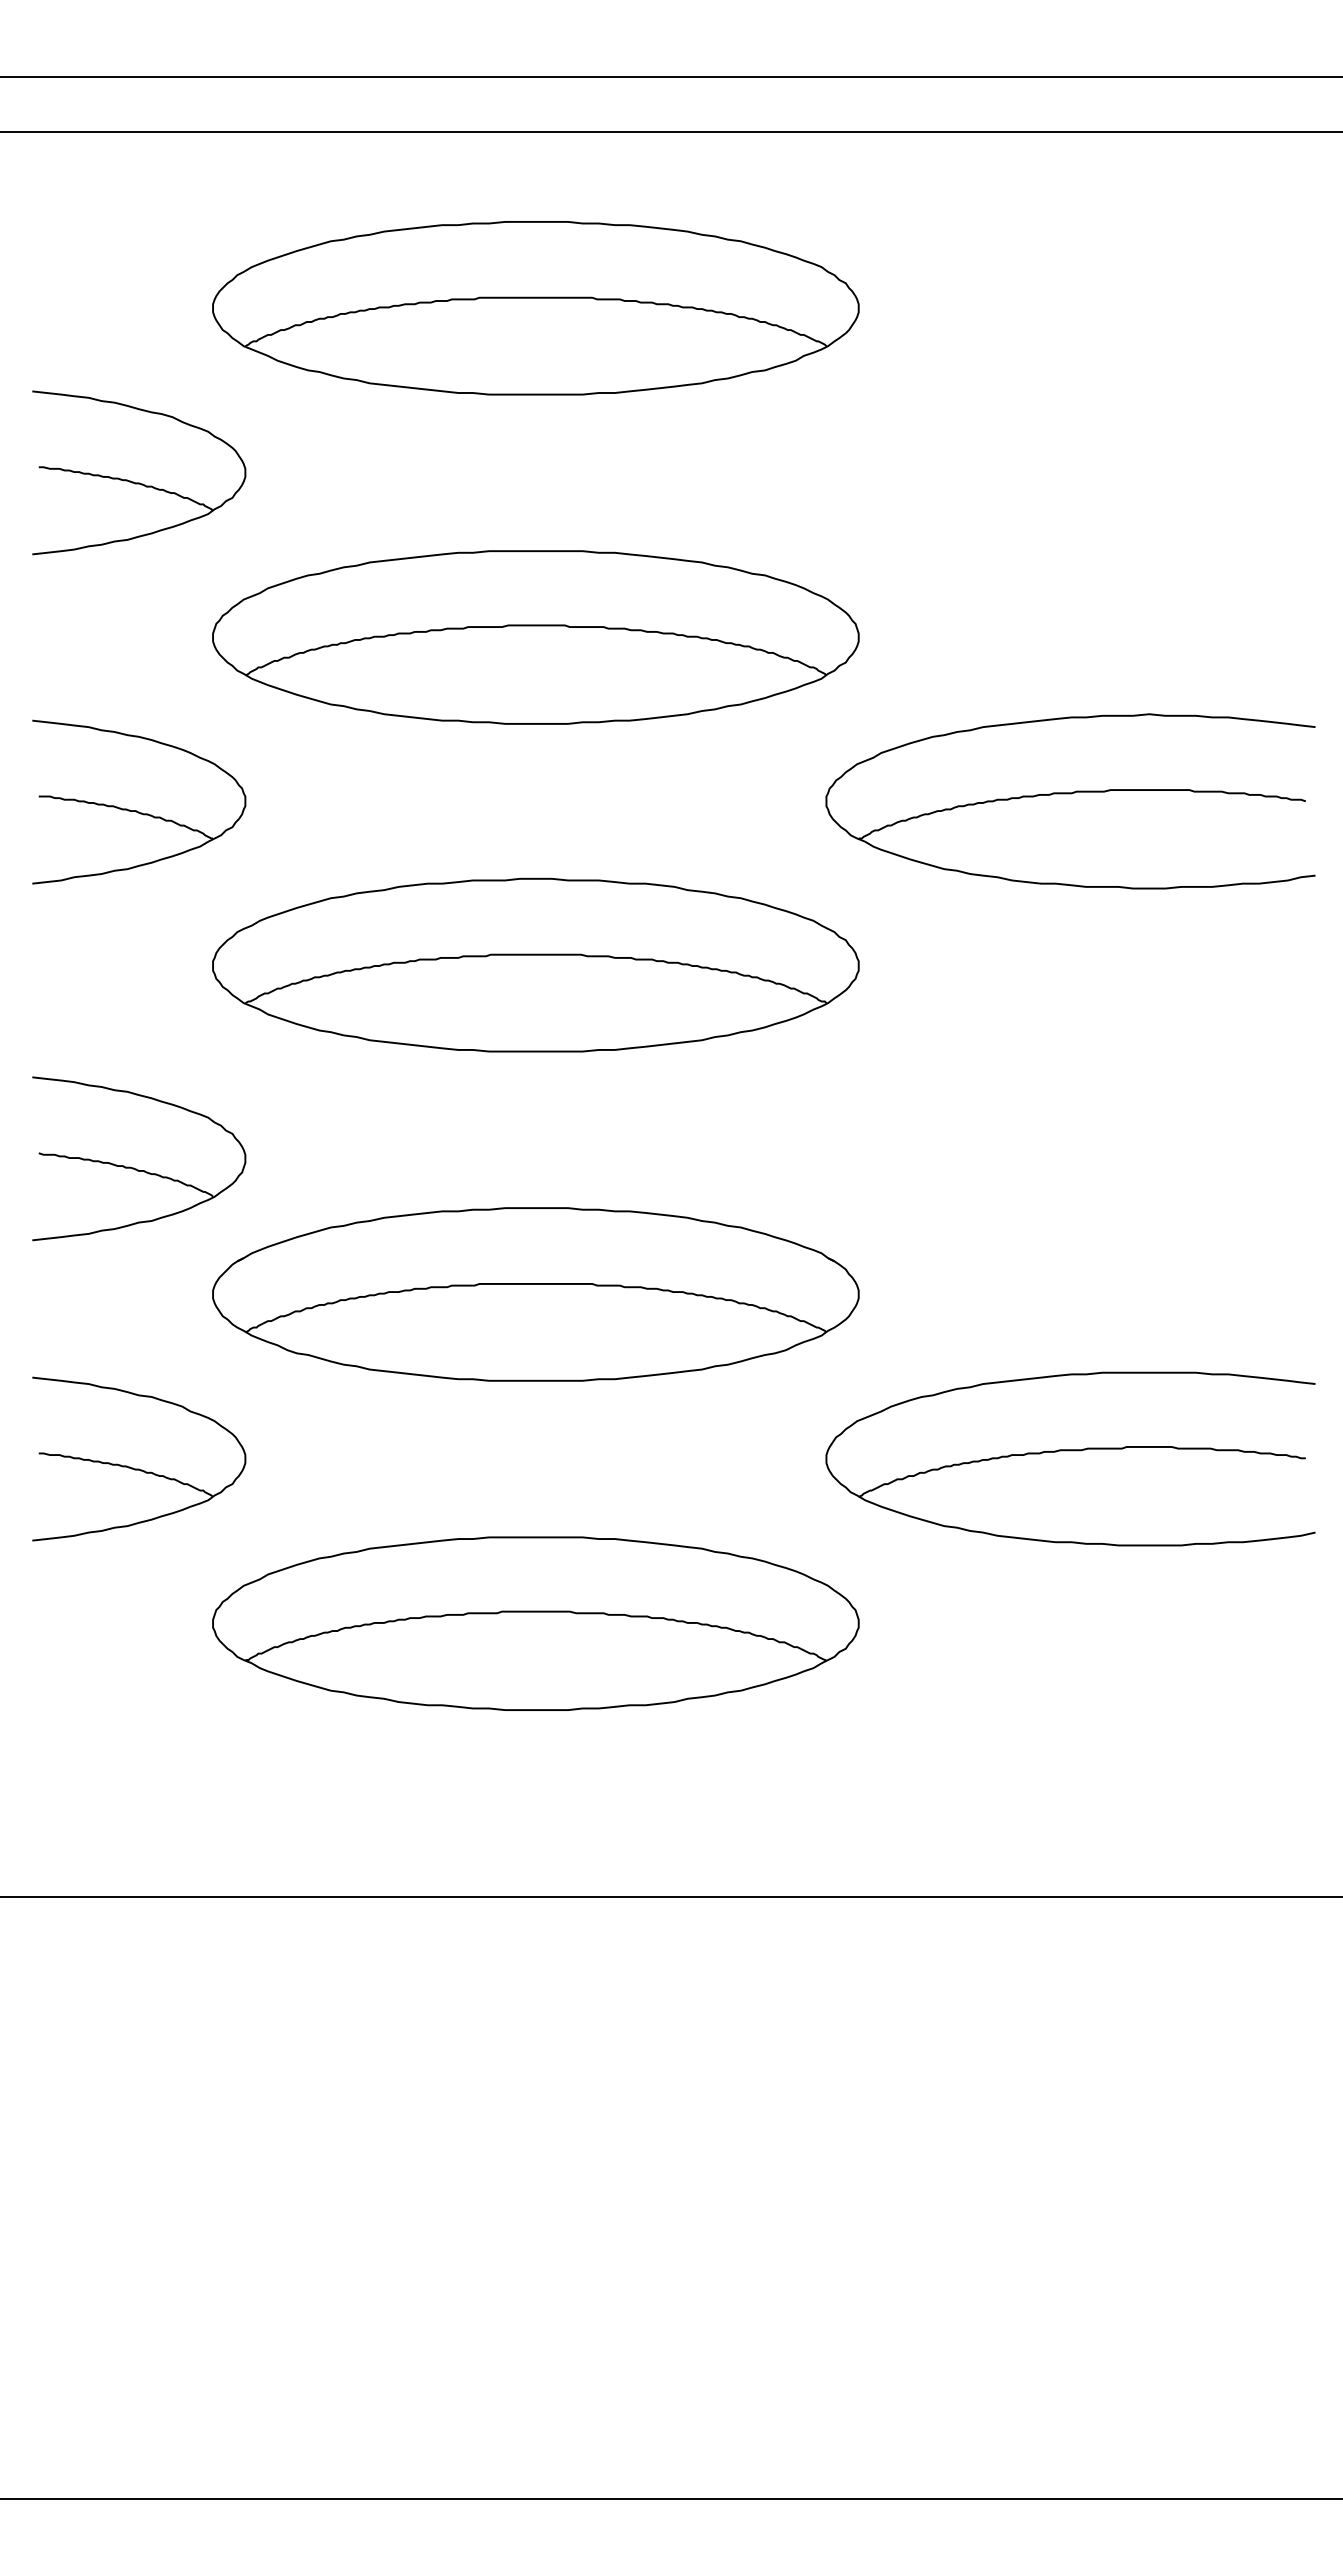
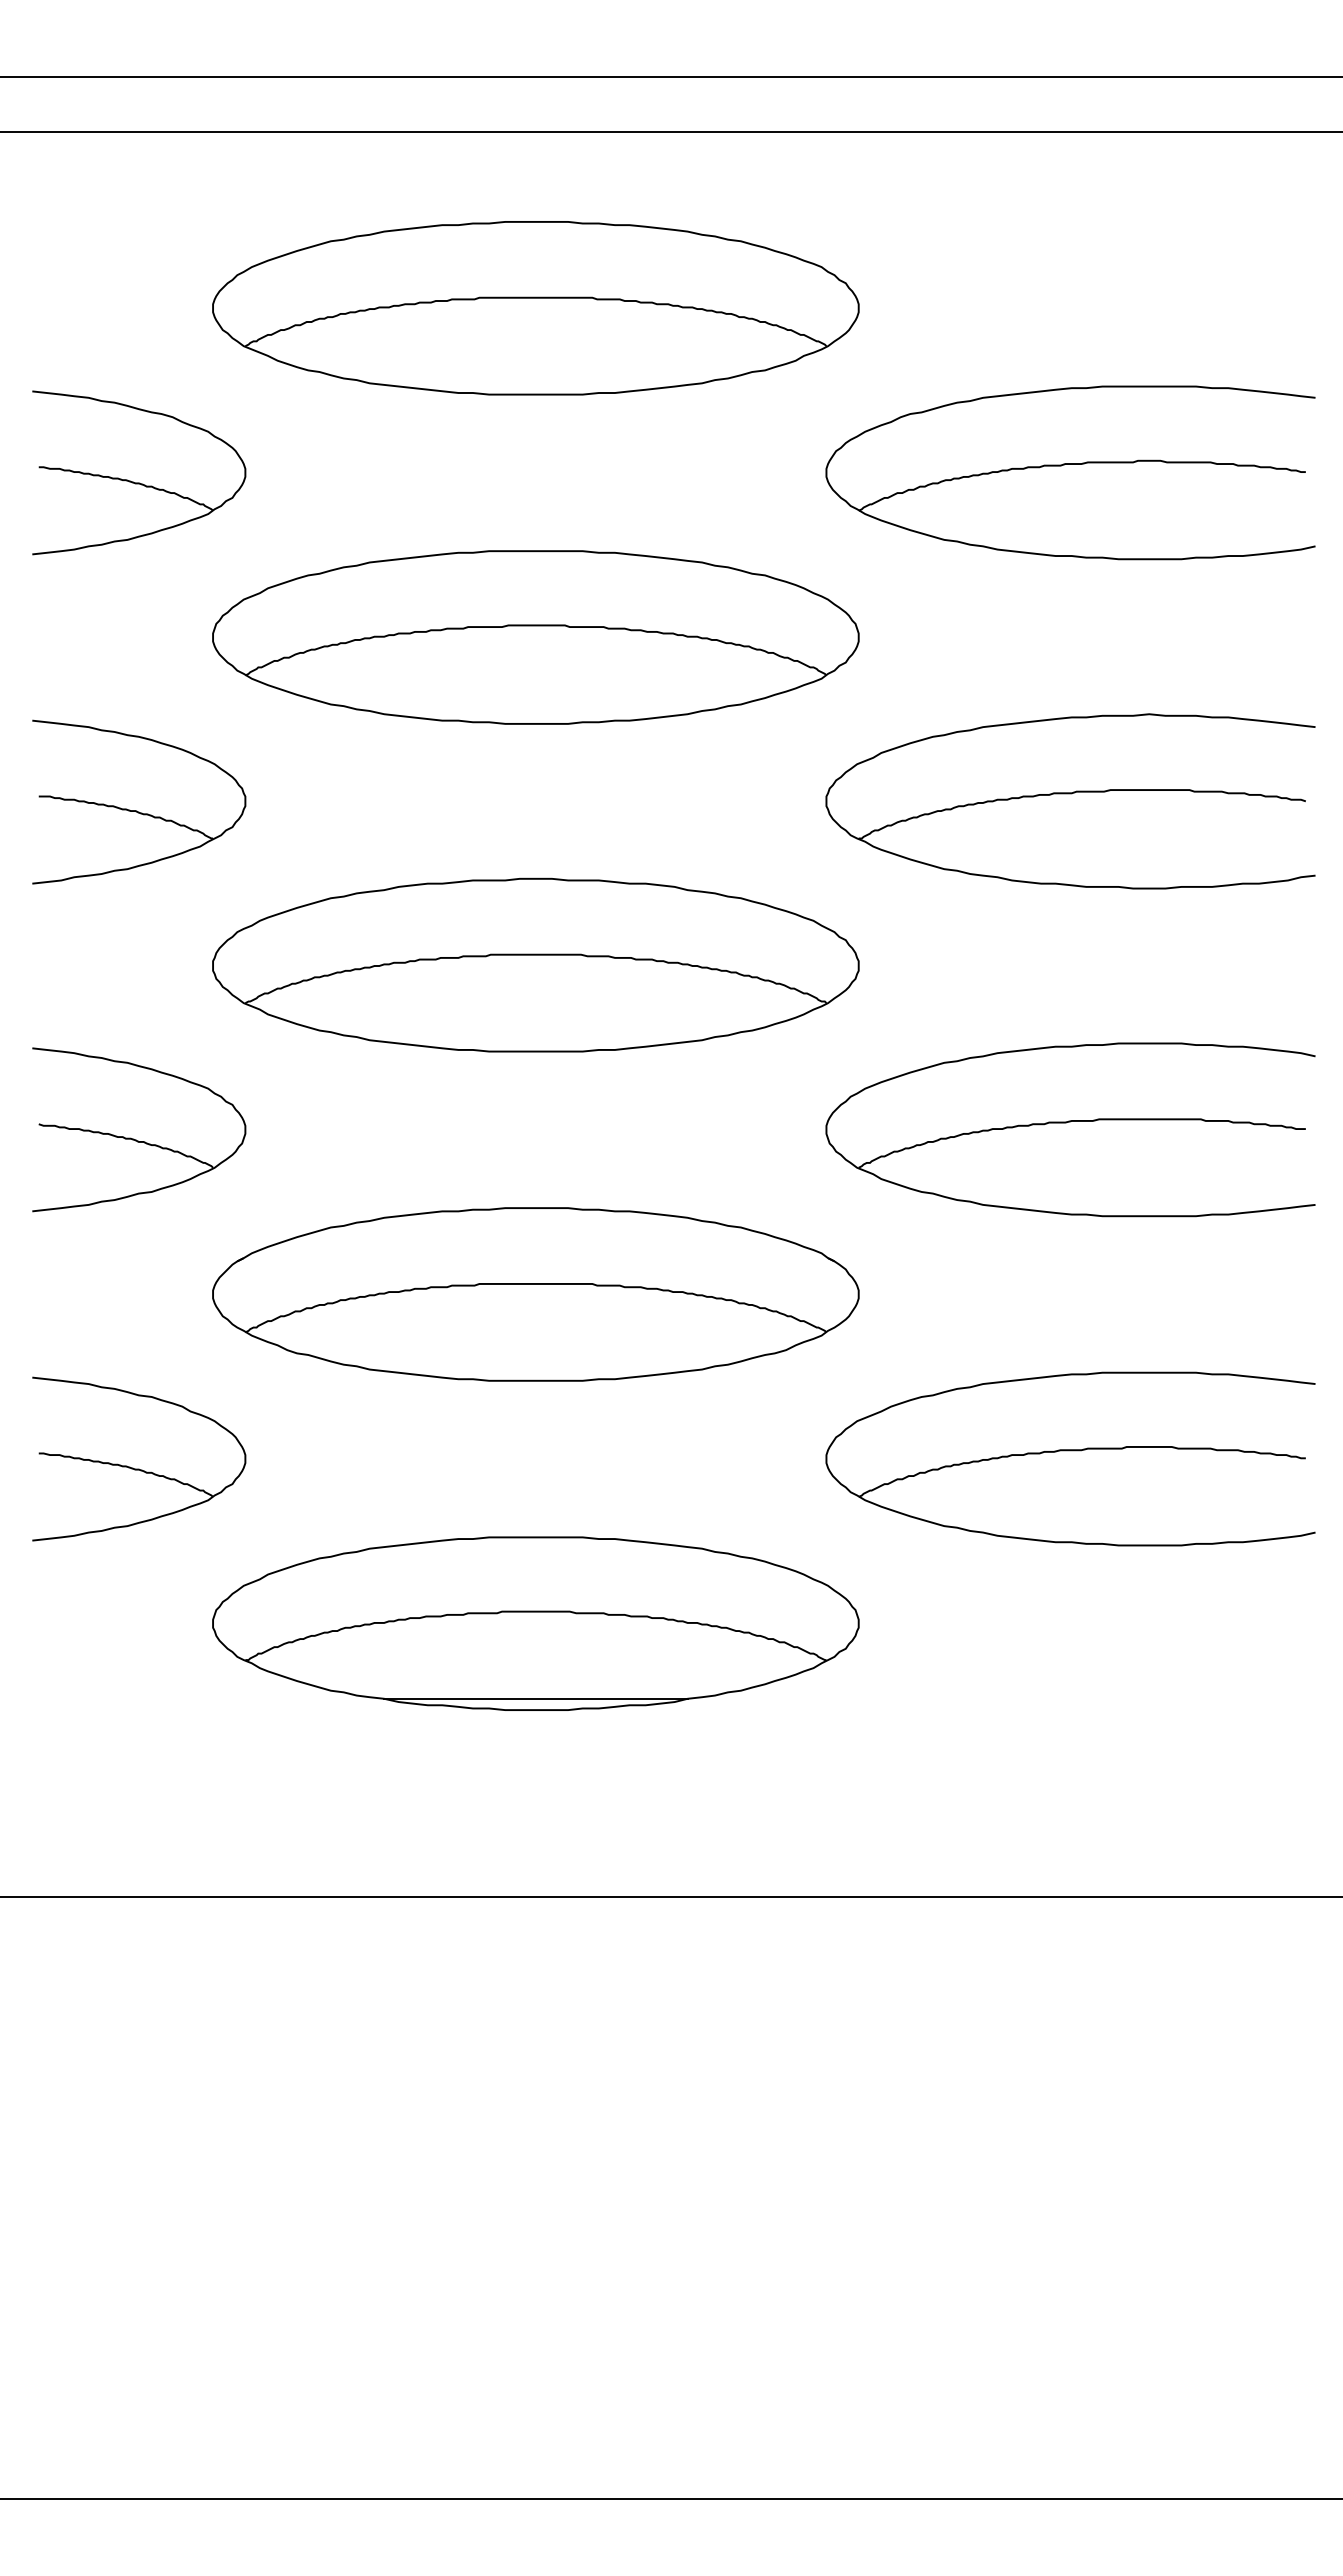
part at (1070, 464): none -> present
part at (1070, 1122): none -> present
part at (136, 1168) position: (136, 1168) -> (136, 1139)
line at (535, 1699): none -> present
